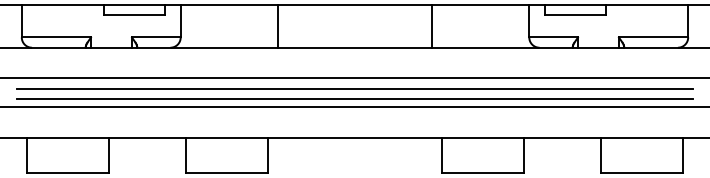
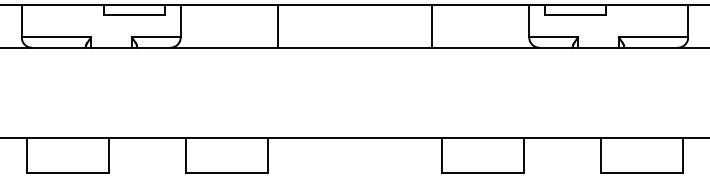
line at (354, 78): present -> none
line at (354, 88): present -> none
line at (354, 98): present -> none
line at (354, 107): present -> none
